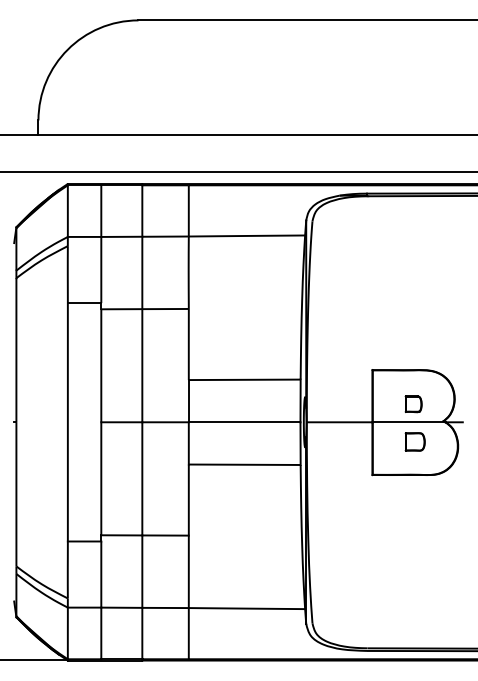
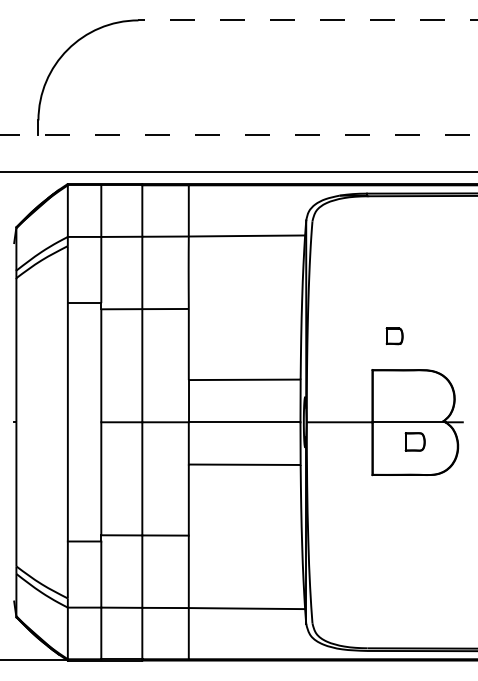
line at (307, 20): solid -> dashed
line at (238, 134): solid -> dashed
part at (413, 404) position: (413, 404) -> (394, 336)
